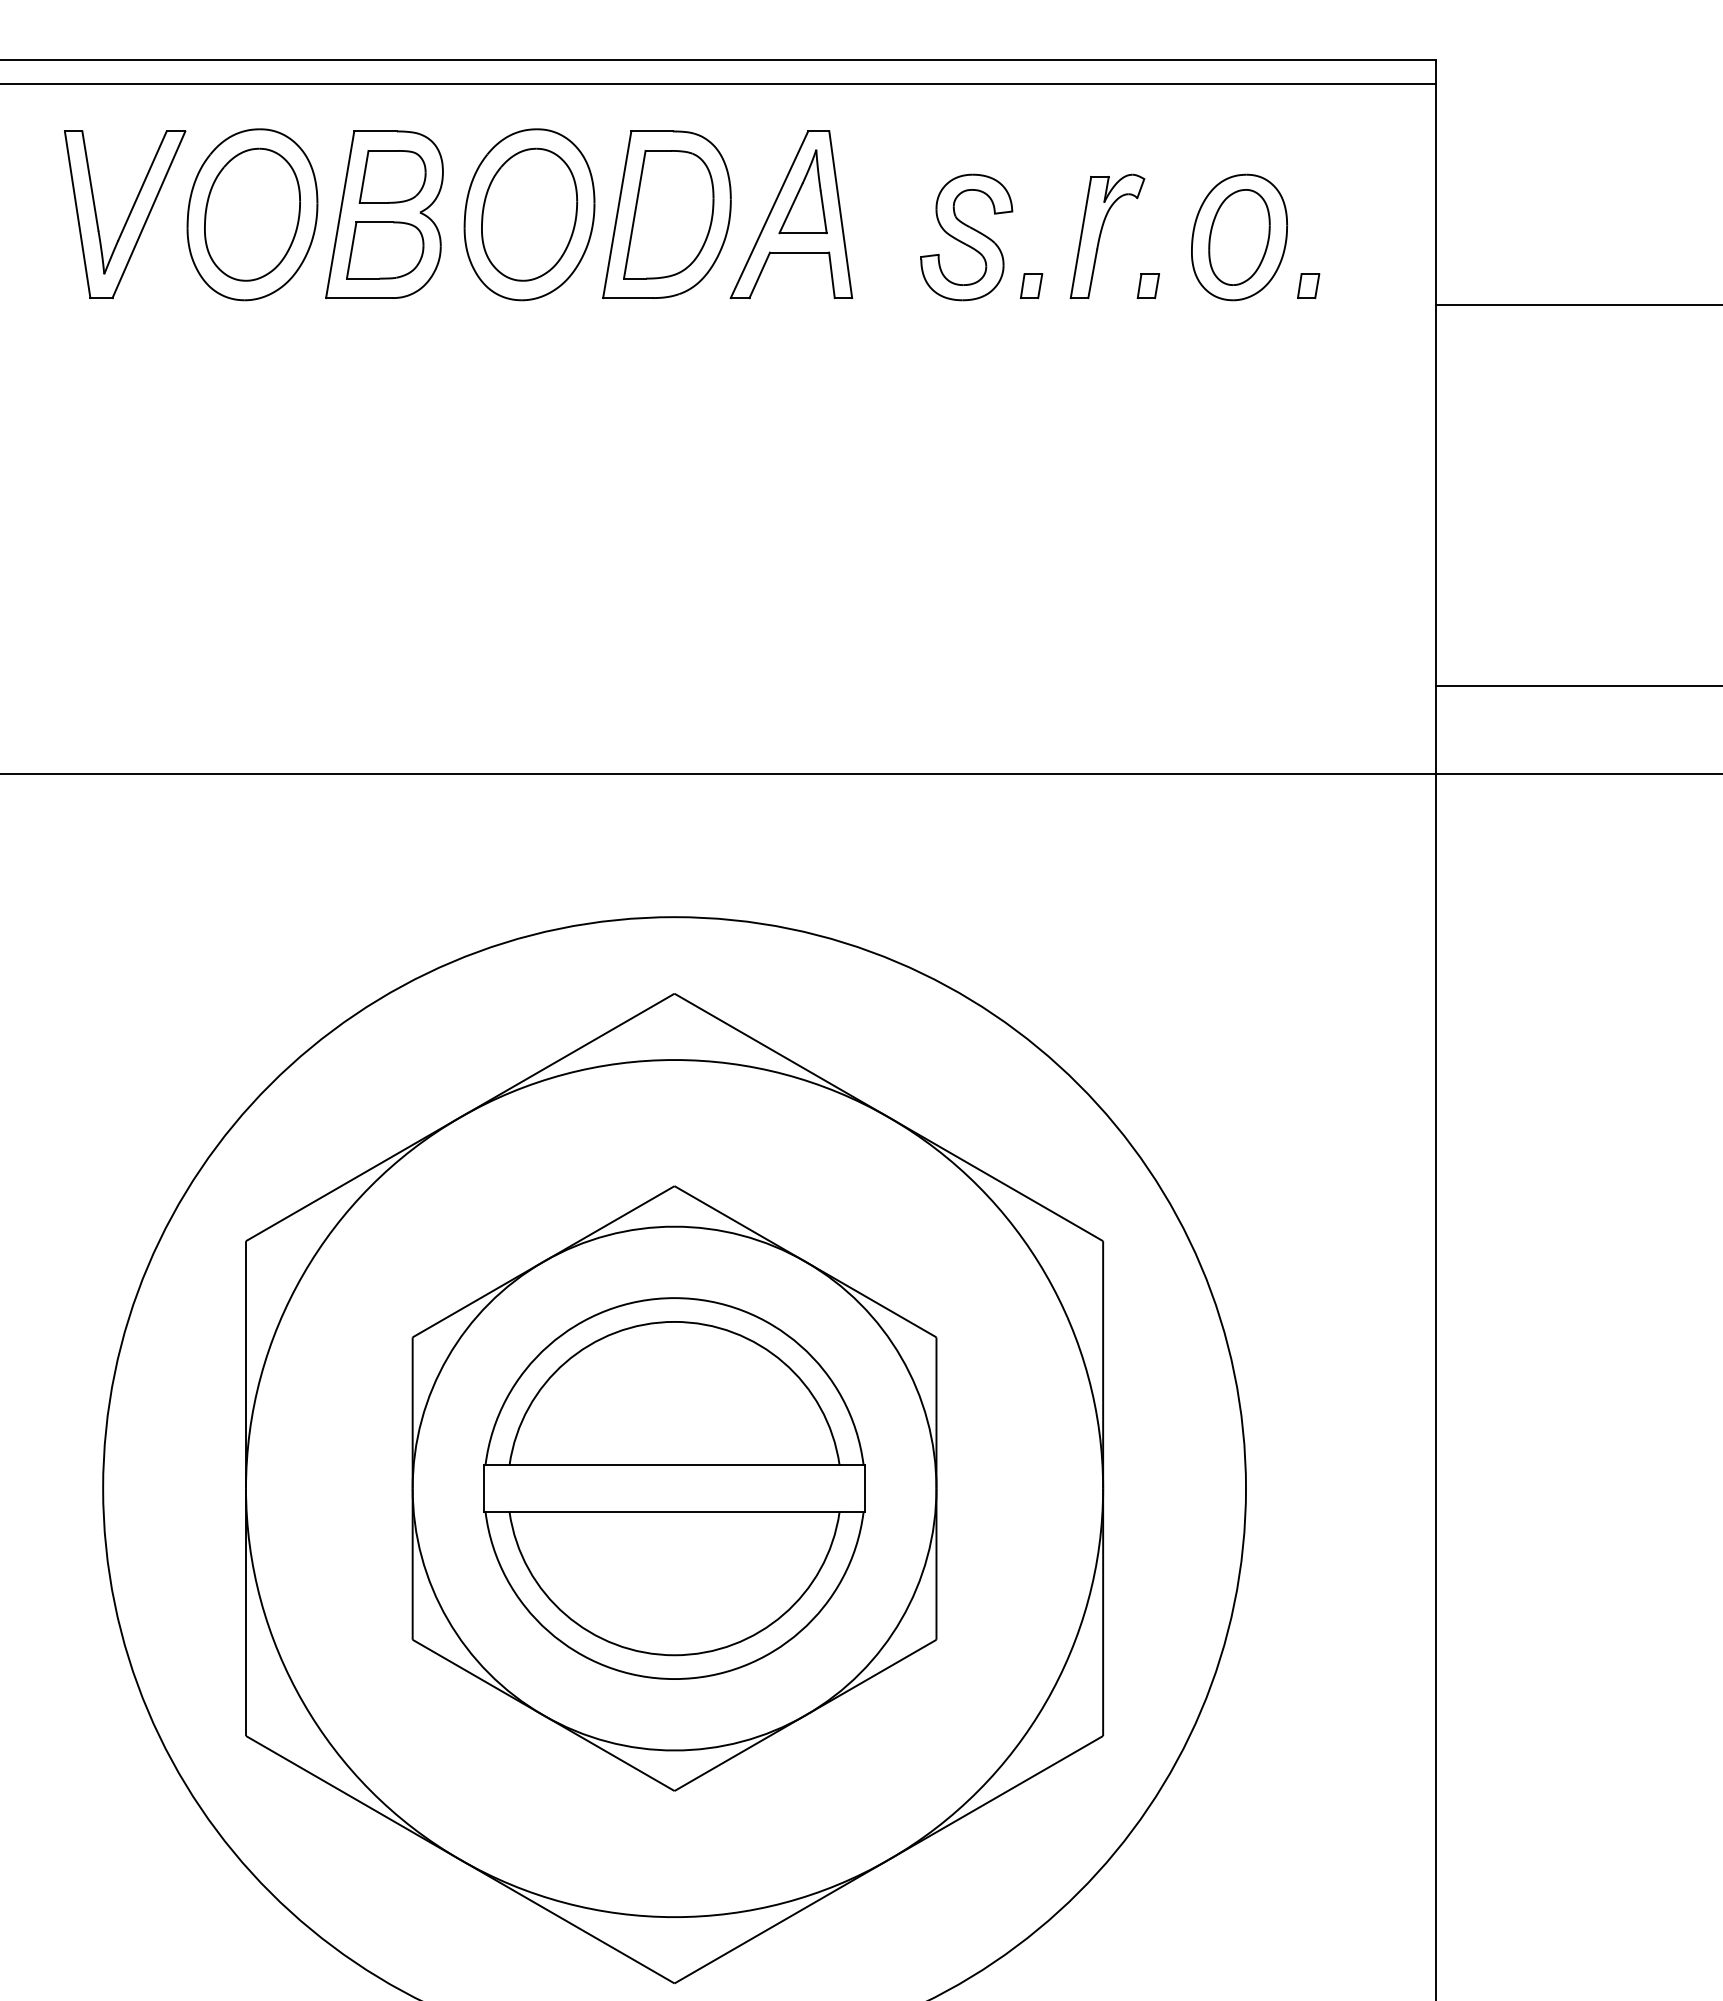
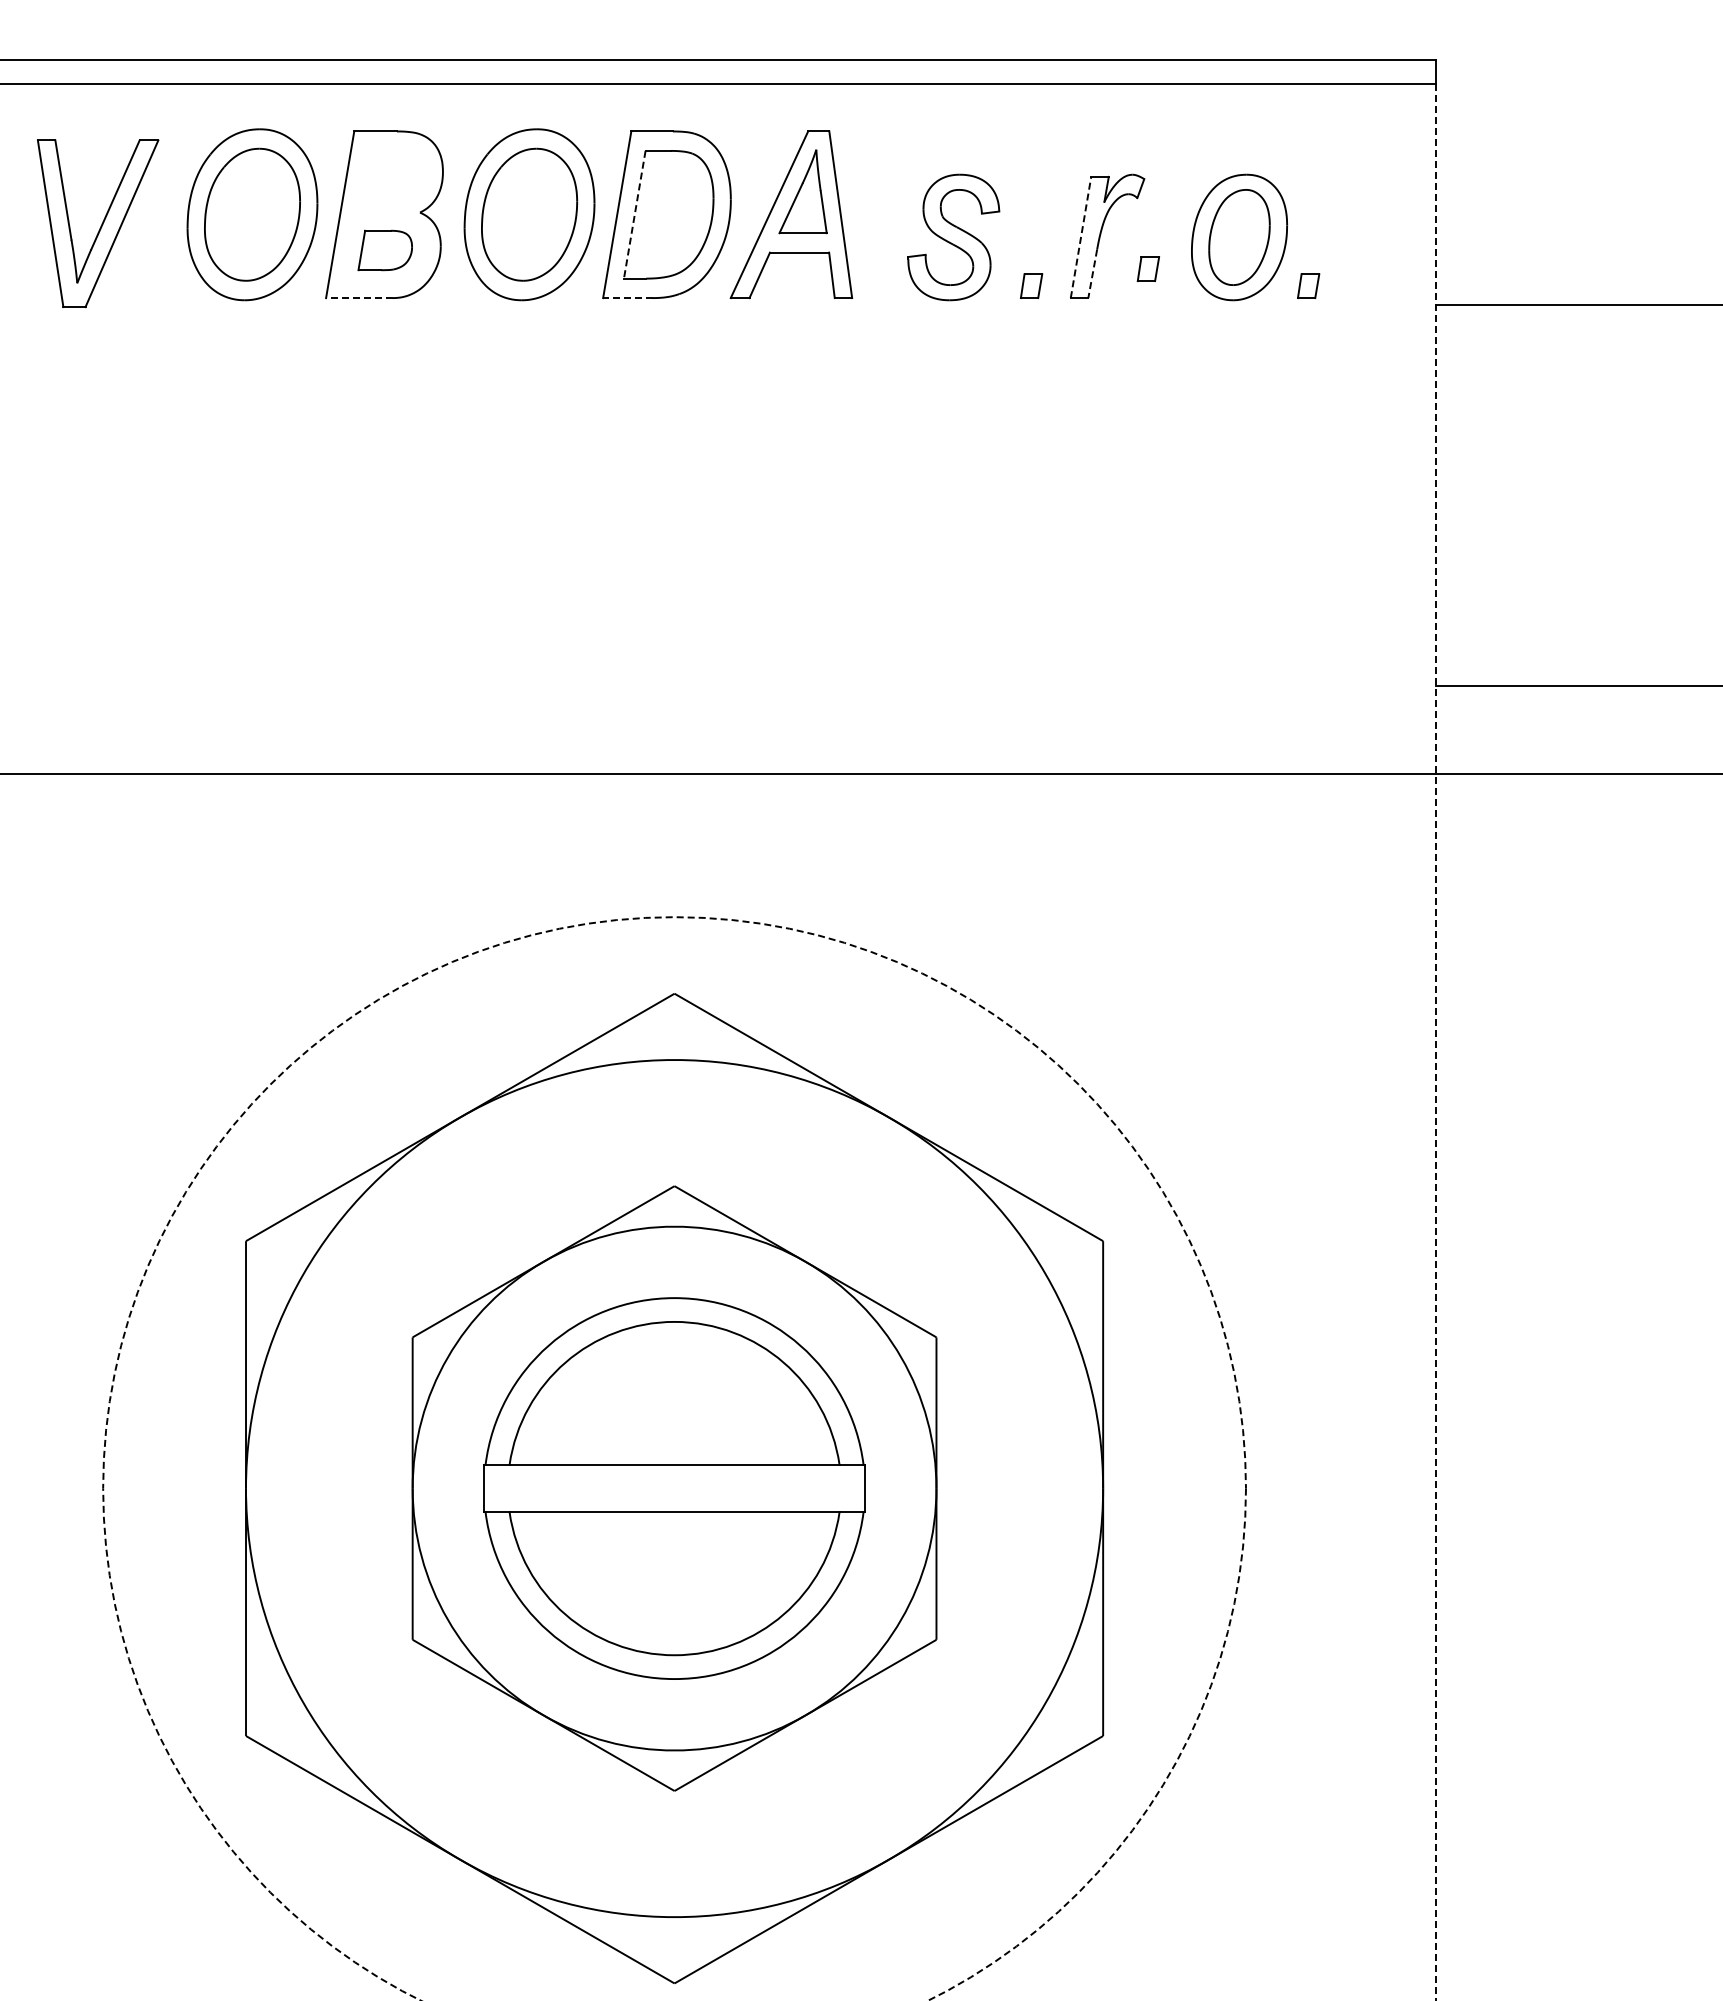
part at (392, 176): present -> none
part at (125, 214) position: (125, 214) -> (98, 223)
line at (634, 214): solid -> dashed
part at (966, 237) position: (966, 237) -> (953, 237)
line at (1081, 237): solid -> dashed
part at (385, 250) size: 79x59 px -> 56x43 px
line at (1092, 273): solid -> dashed
part at (1147, 286) position: (1147, 286) -> (1147, 269)
line at (358, 298): solid -> dashed
line at (627, 298): solid -> dashed
line at (1436, 1042): solid -> dashed
circle at (674, 1458): solid -> dashed
